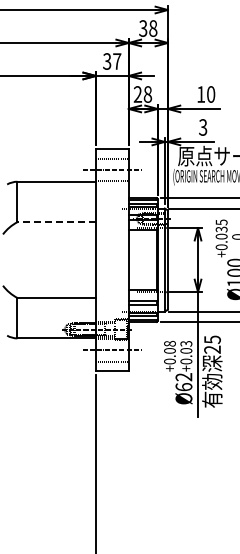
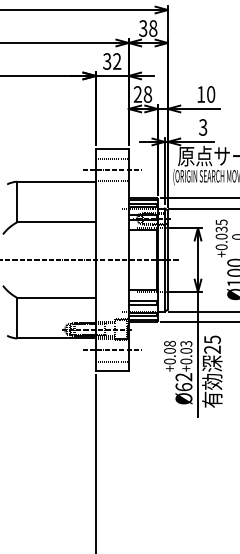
text at (117, 61): 37 -> 32
line at (56, 222): dashed -> solid
line at (90, 260): none -> present
